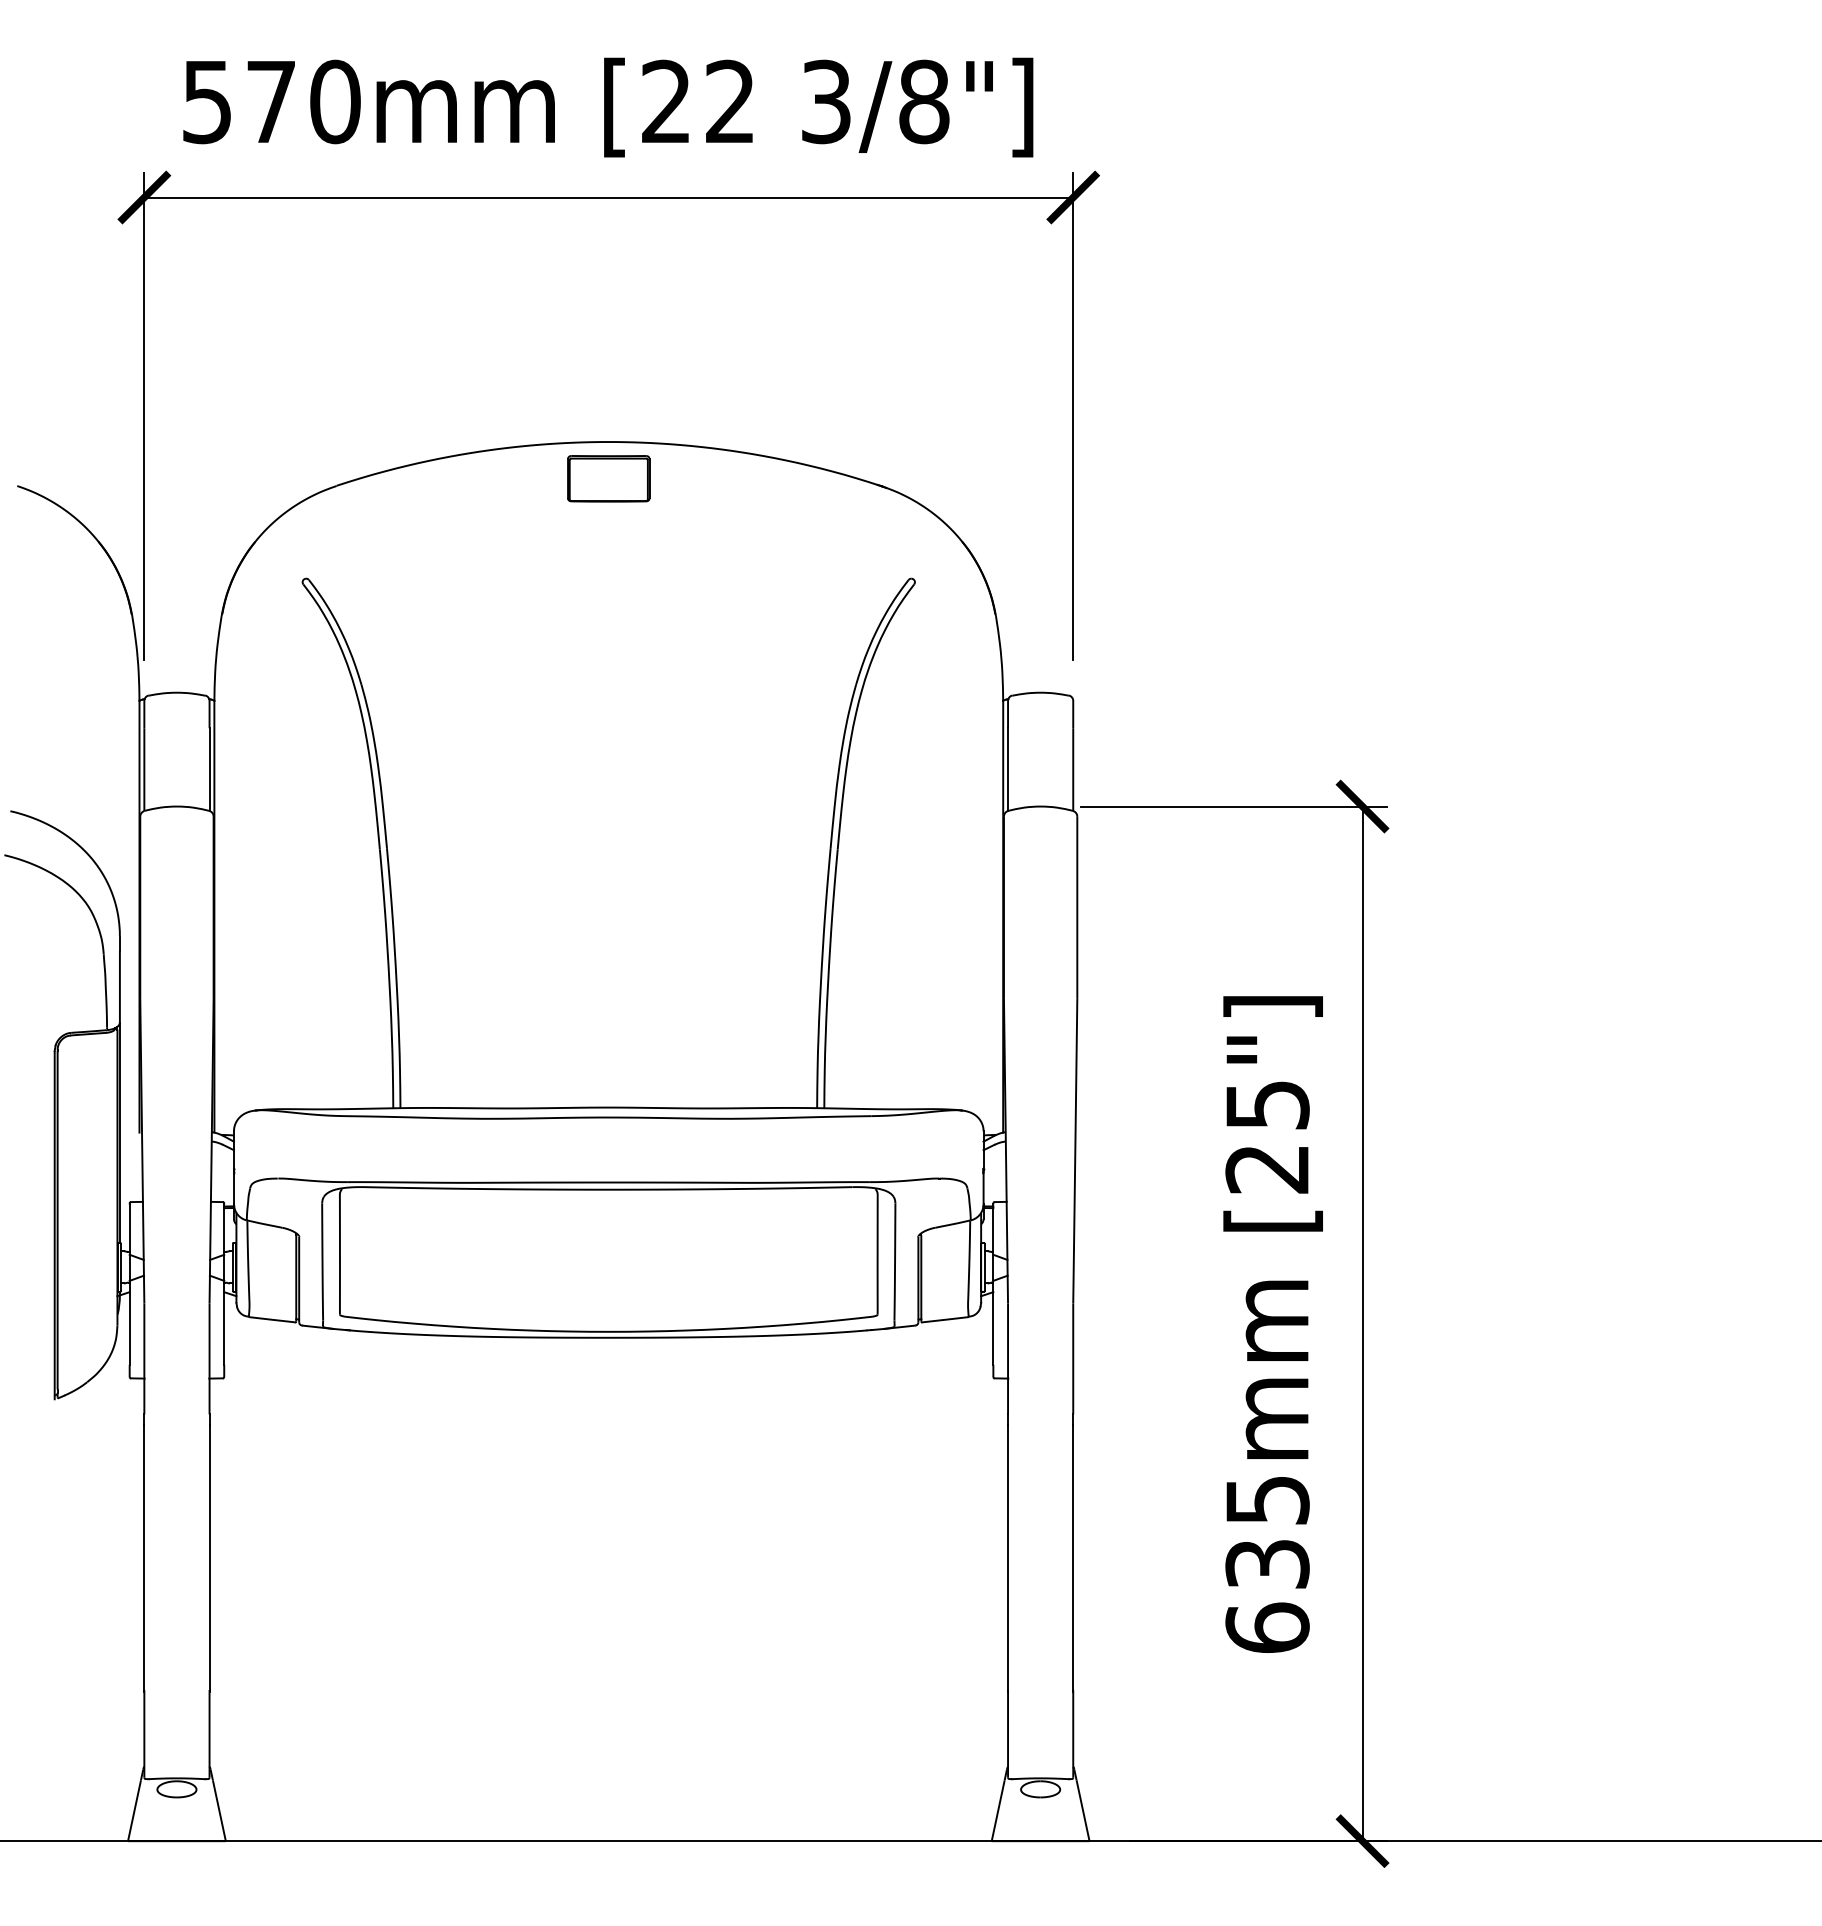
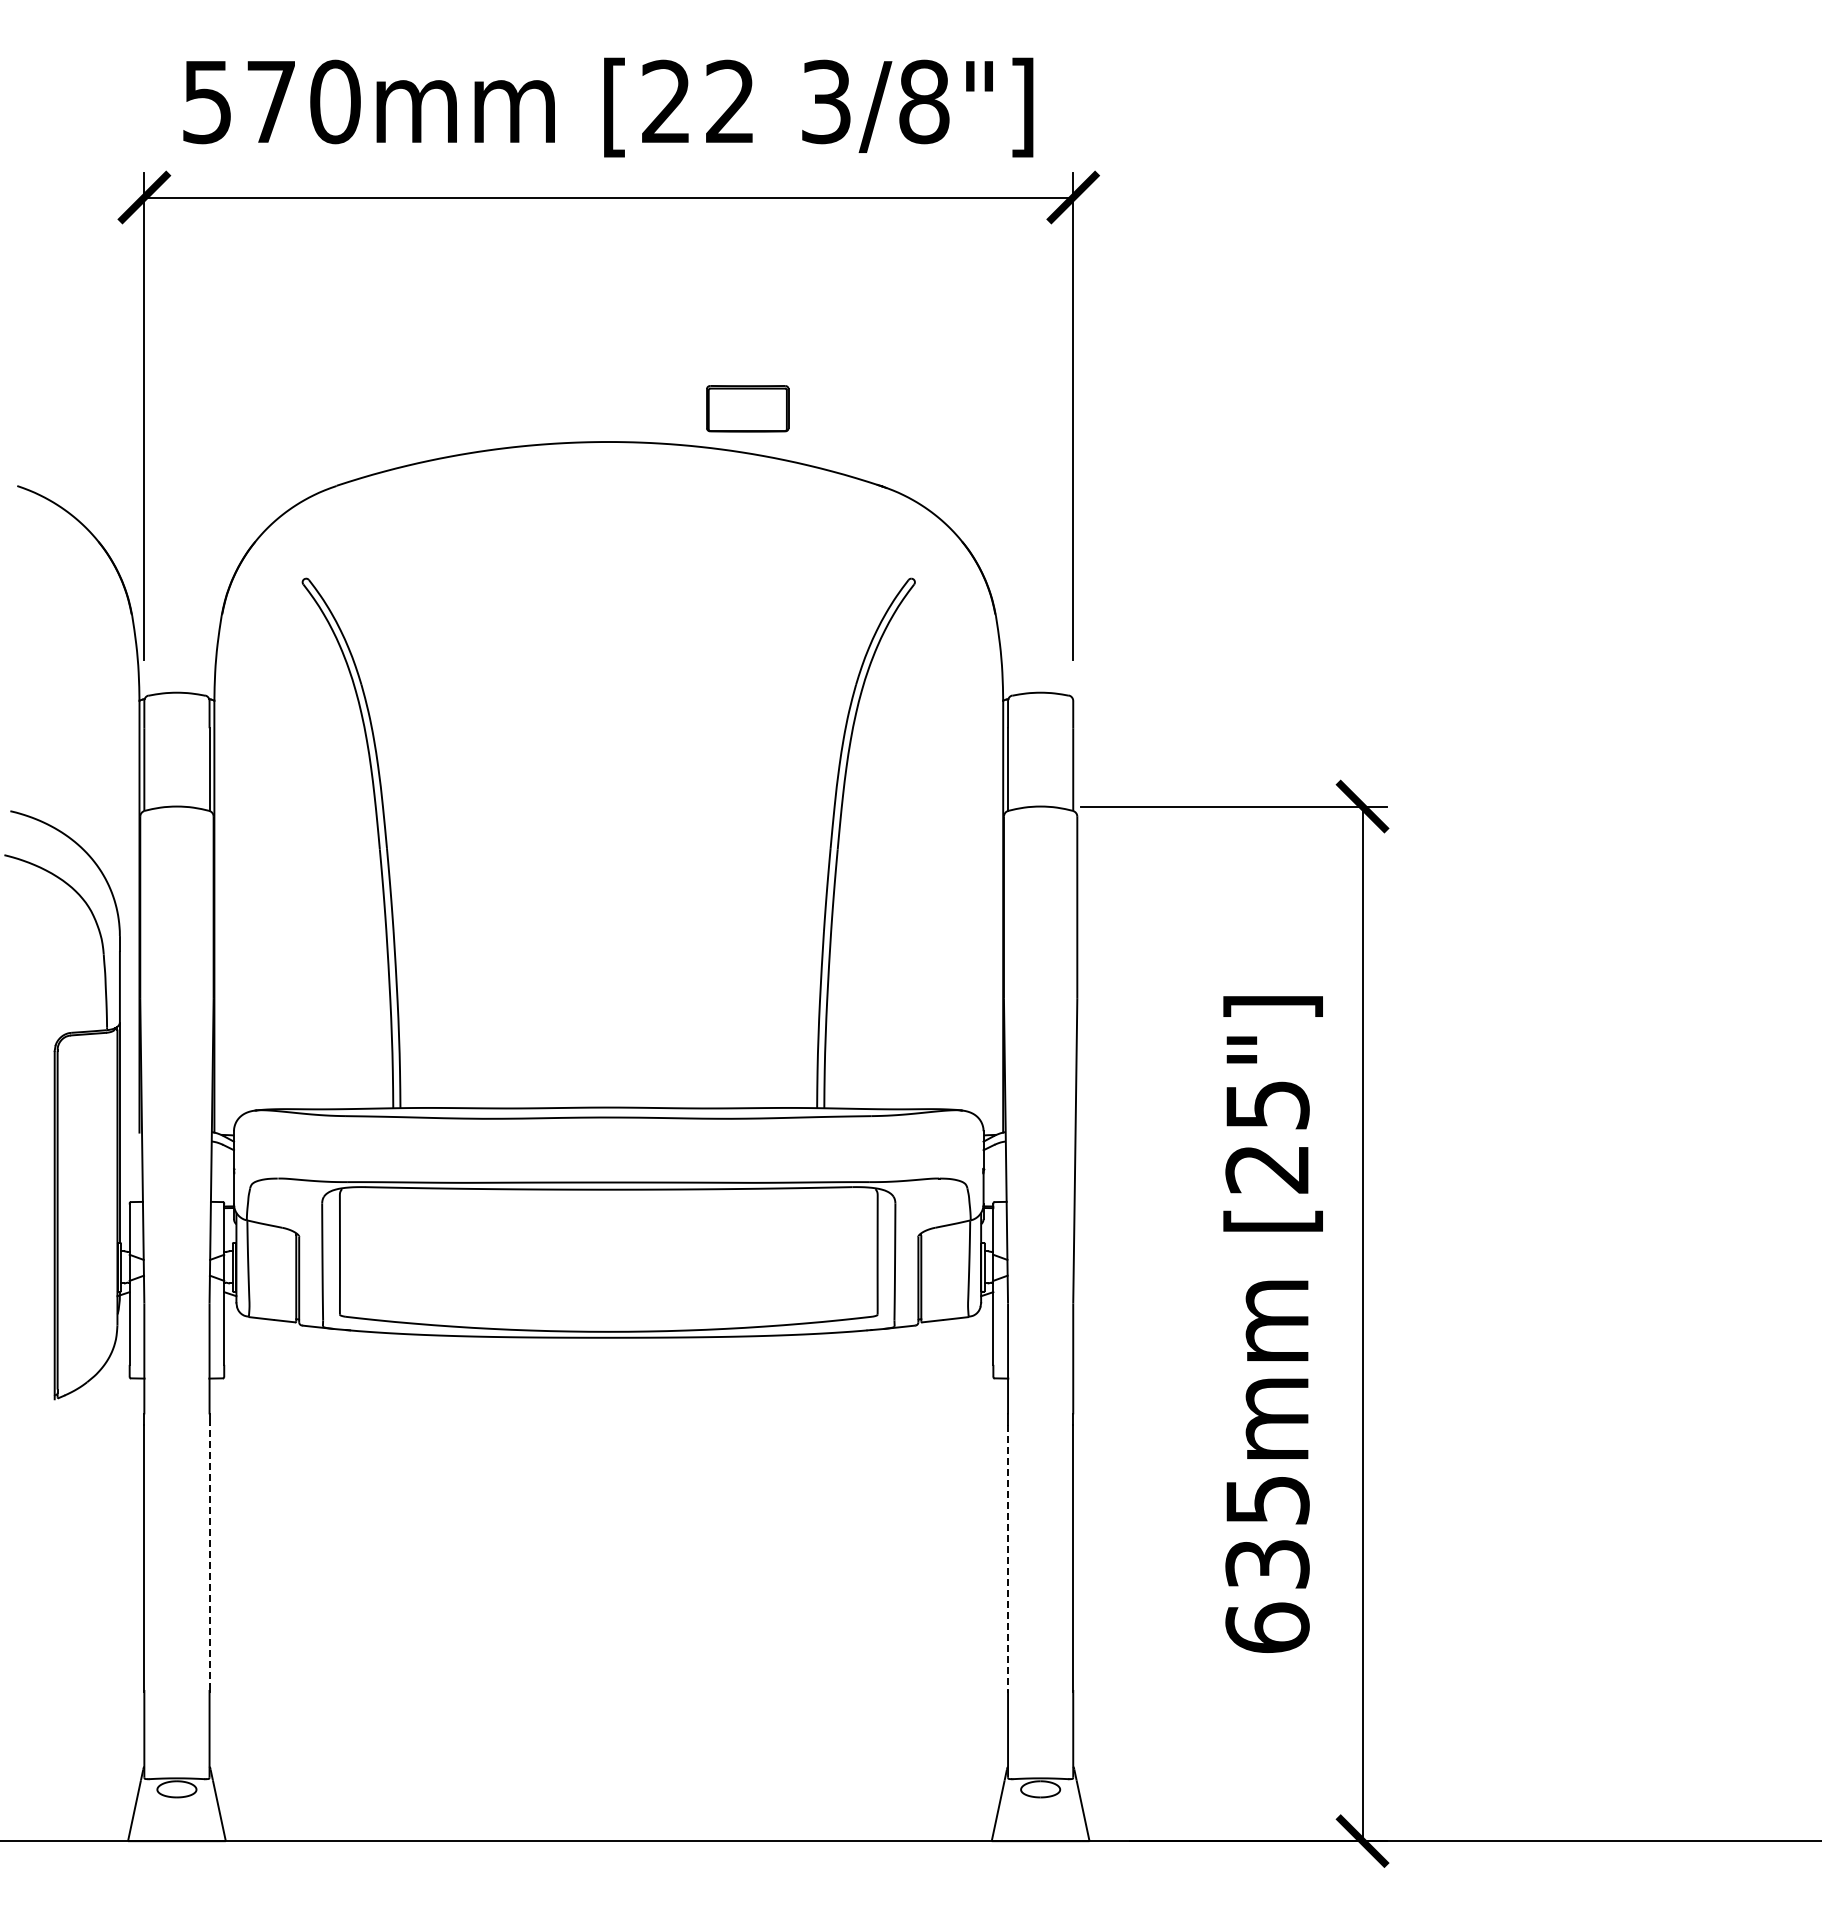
part at (608, 478) position: (608, 478) -> (747, 408)
line at (209, 1557): solid -> dashed
line at (1008, 1558): solid -> dashed
